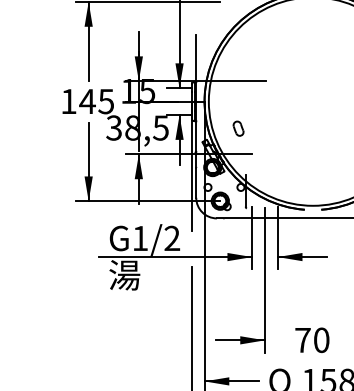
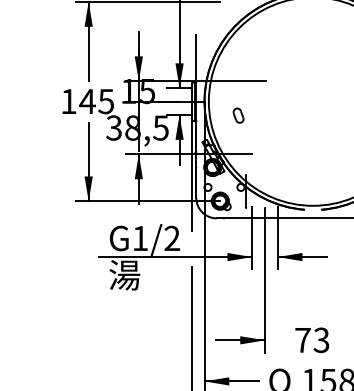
part at (238, 128) position: (238, 128) -> (238, 115)
text at (321, 339): 70 -> 73
